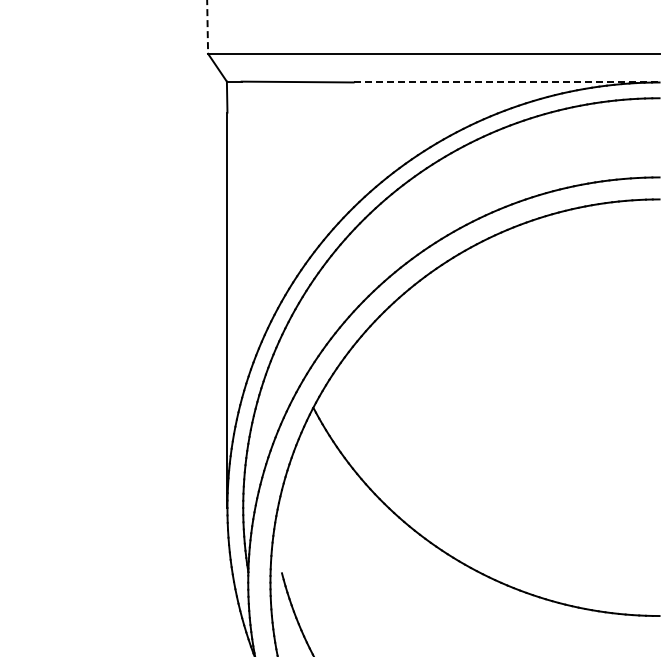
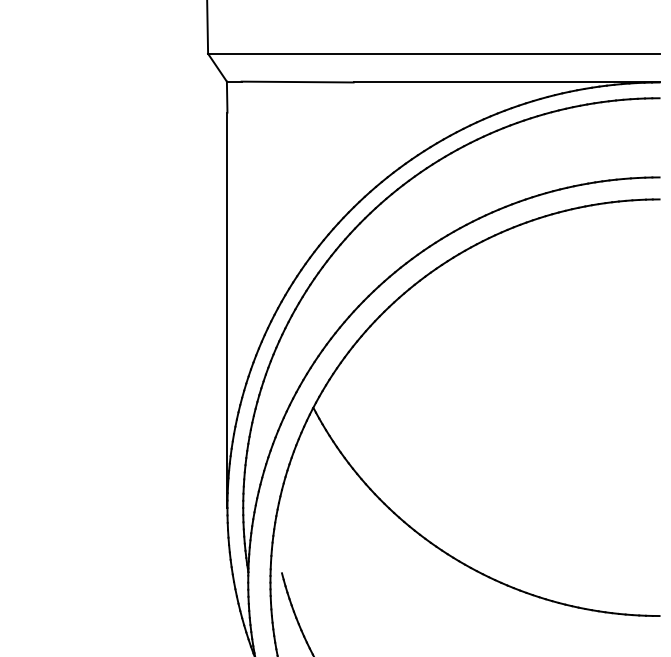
line at (207, 27): dashed -> solid
line at (506, 82): dashed -> solid
